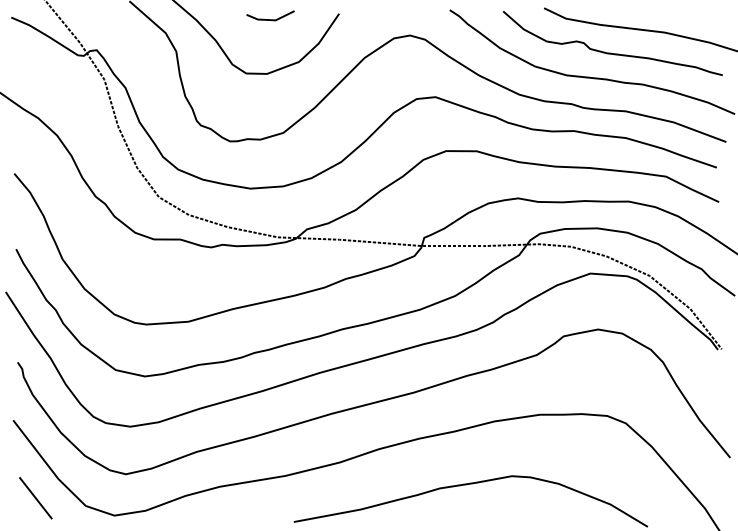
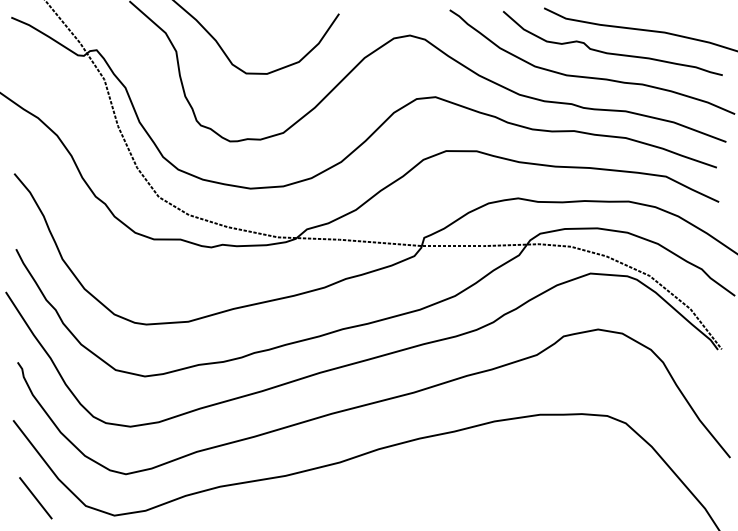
line at (270, 19): present -> none
curve at (466, 485): present -> none
